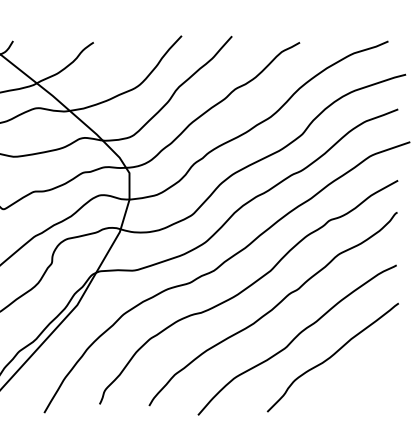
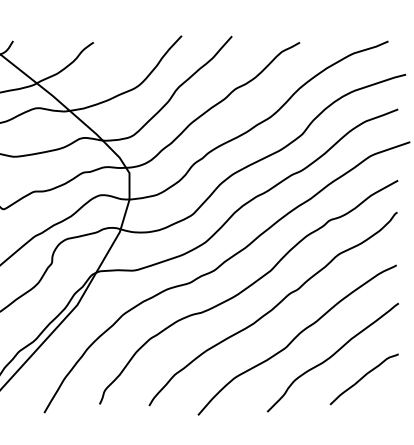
curve at (363, 378): none -> present
